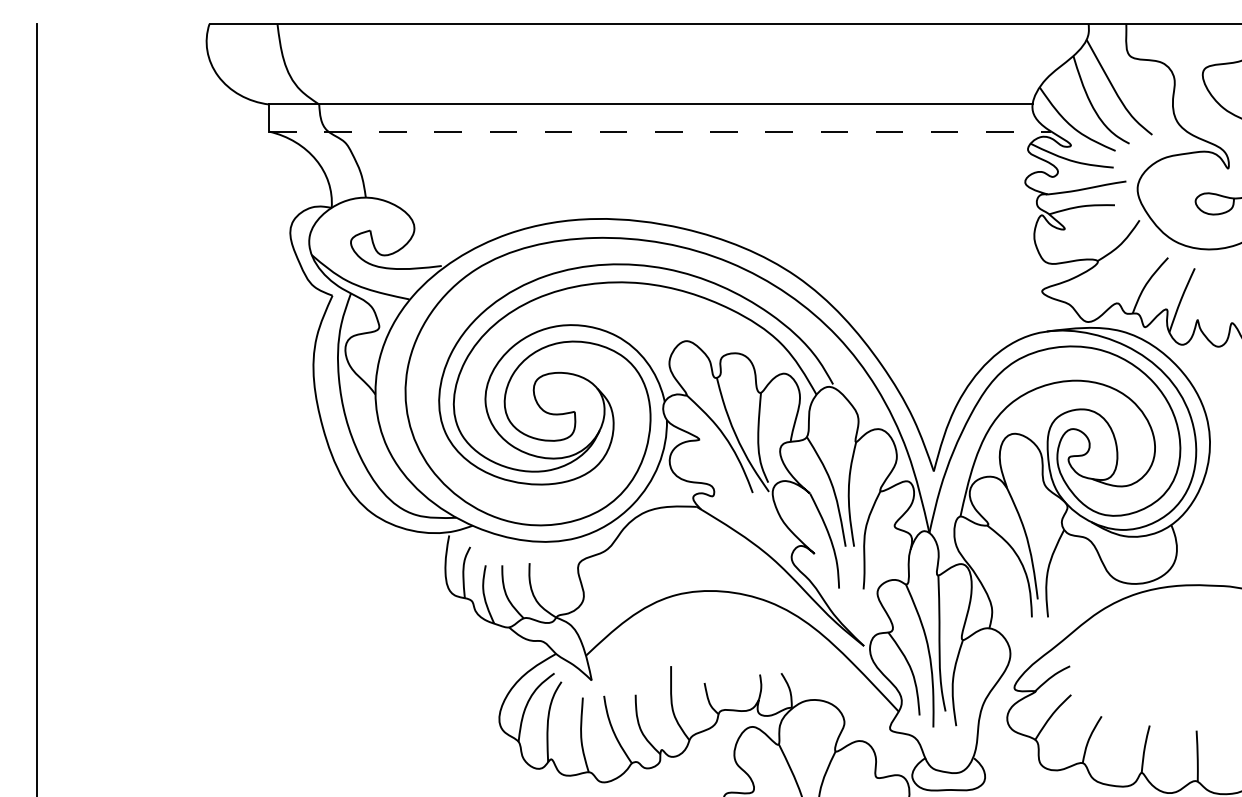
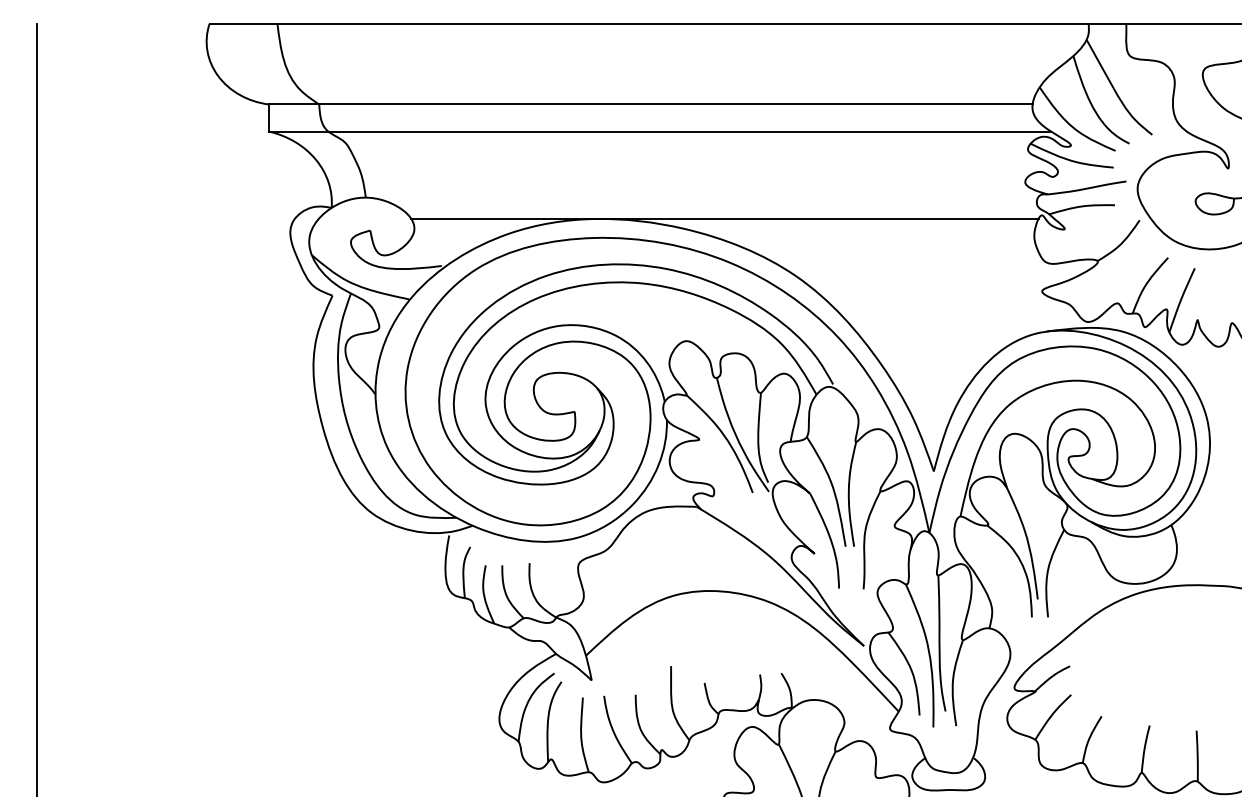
line at (660, 131): dashed -> solid
line at (724, 218): none -> present
